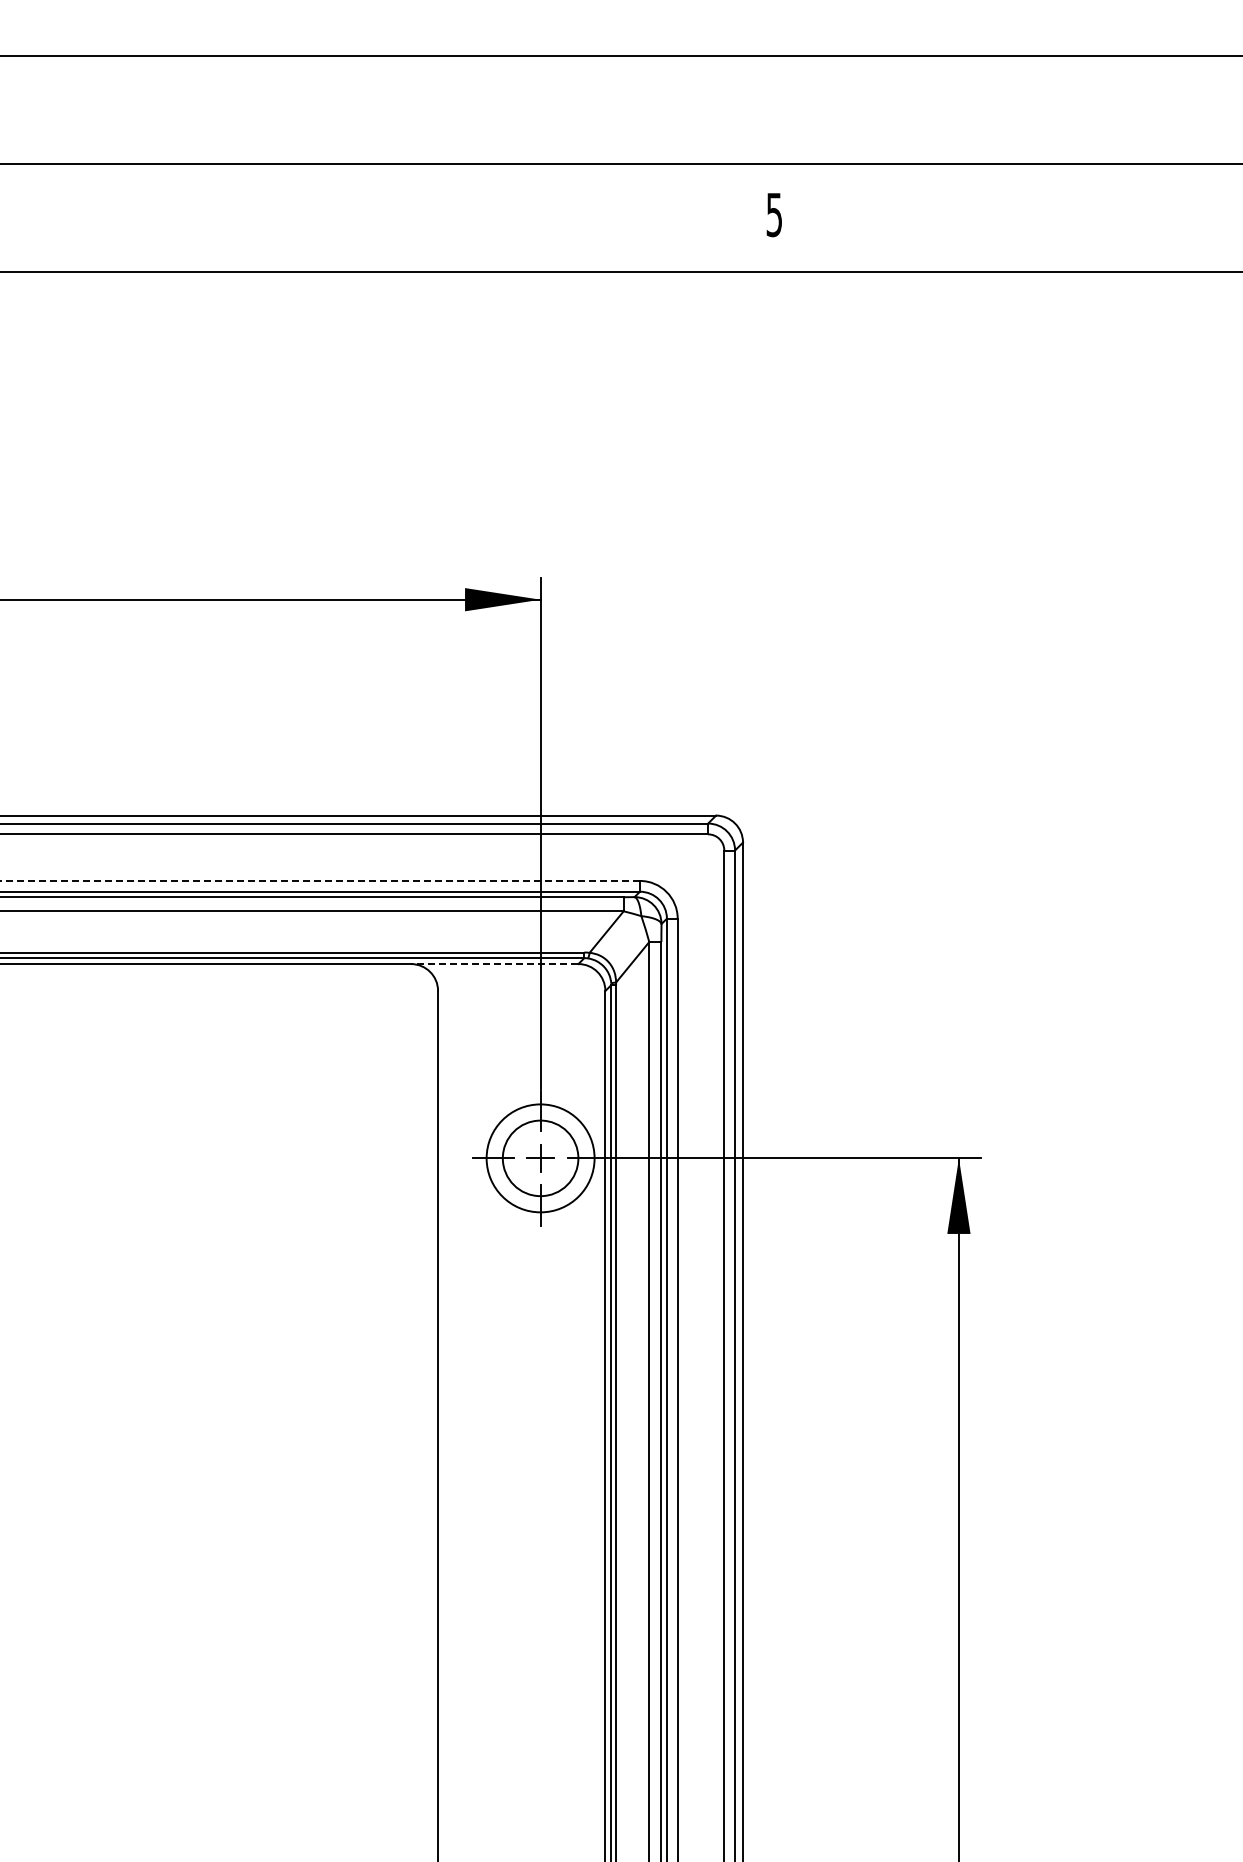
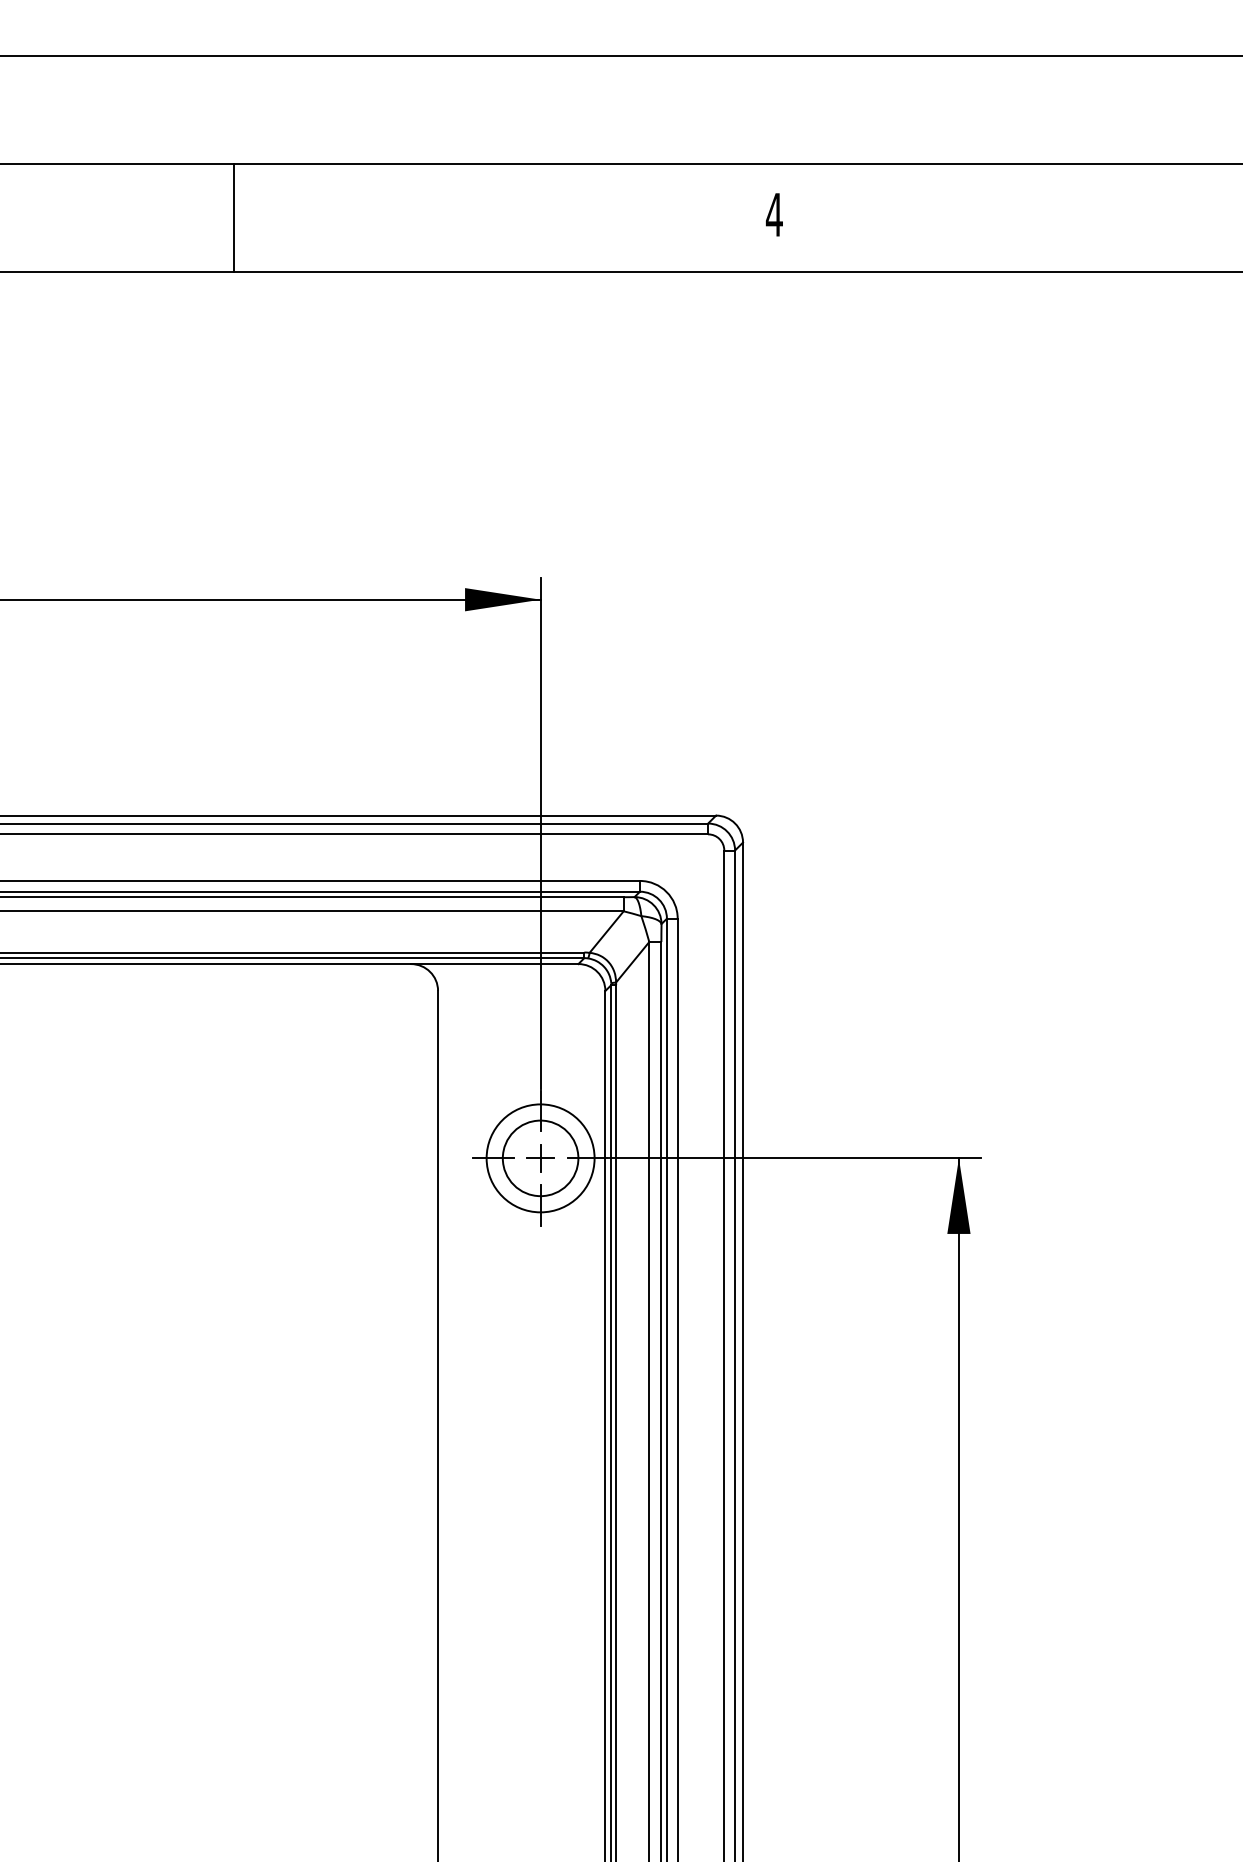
text at (773, 215): 5 -> 4
line at (234, 217): none -> present
line at (319, 880): dashed -> solid
line at (494, 964): dashed -> solid
